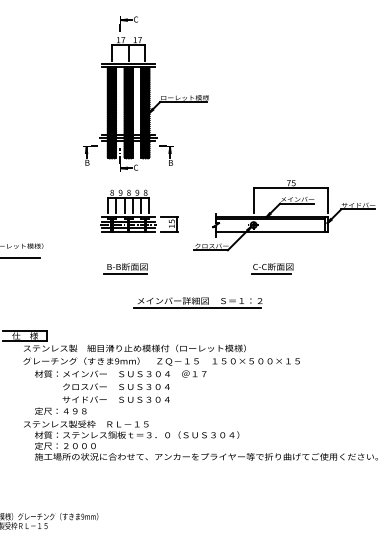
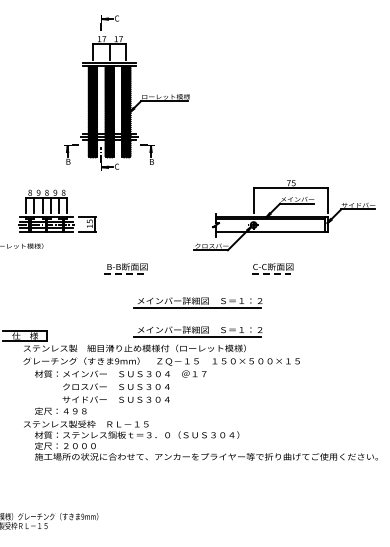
part at (145, 93) position: (145, 93) -> (126, 92)
part at (139, 210) position: (139, 210) -> (57, 210)
line at (20, 258): present -> none
line at (125, 274): solid -> dashed
line at (272, 274): solid -> dashed
part at (197, 331): none -> present
